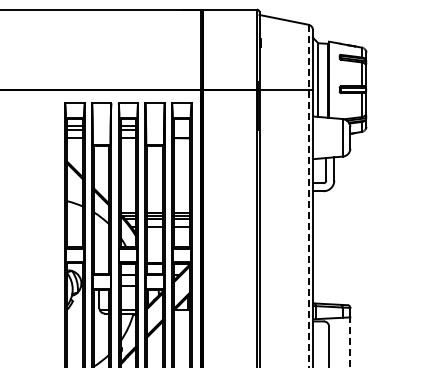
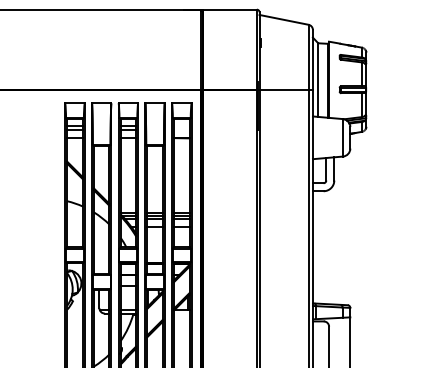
line at (308, 196): dashed -> solid
line at (350, 342): dashed -> solid
